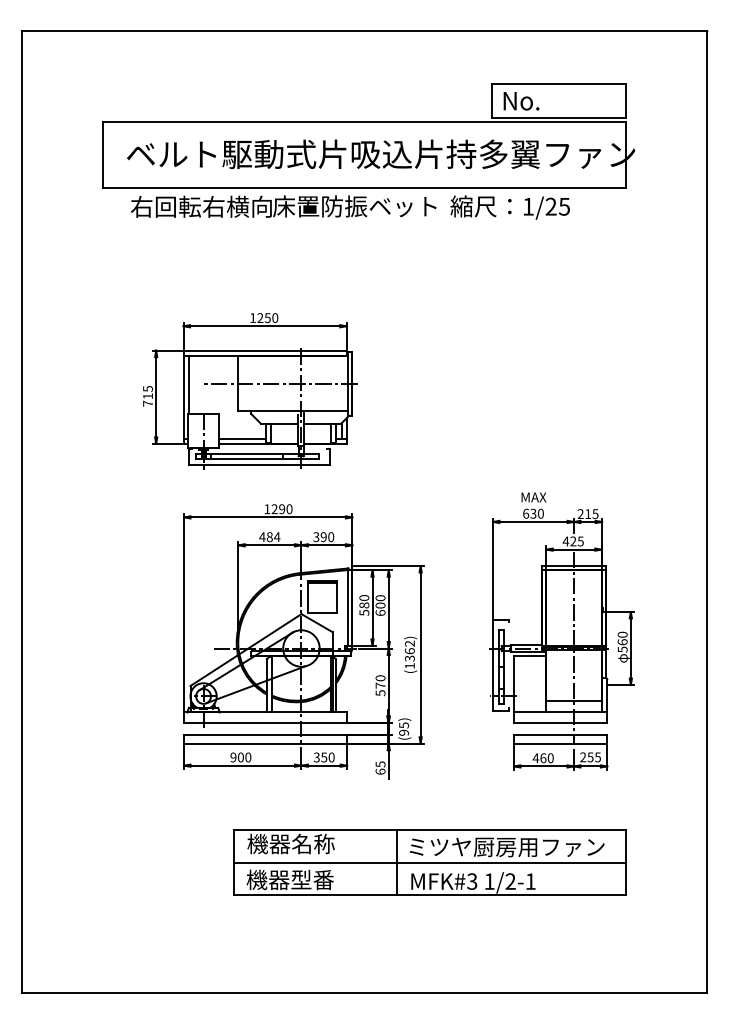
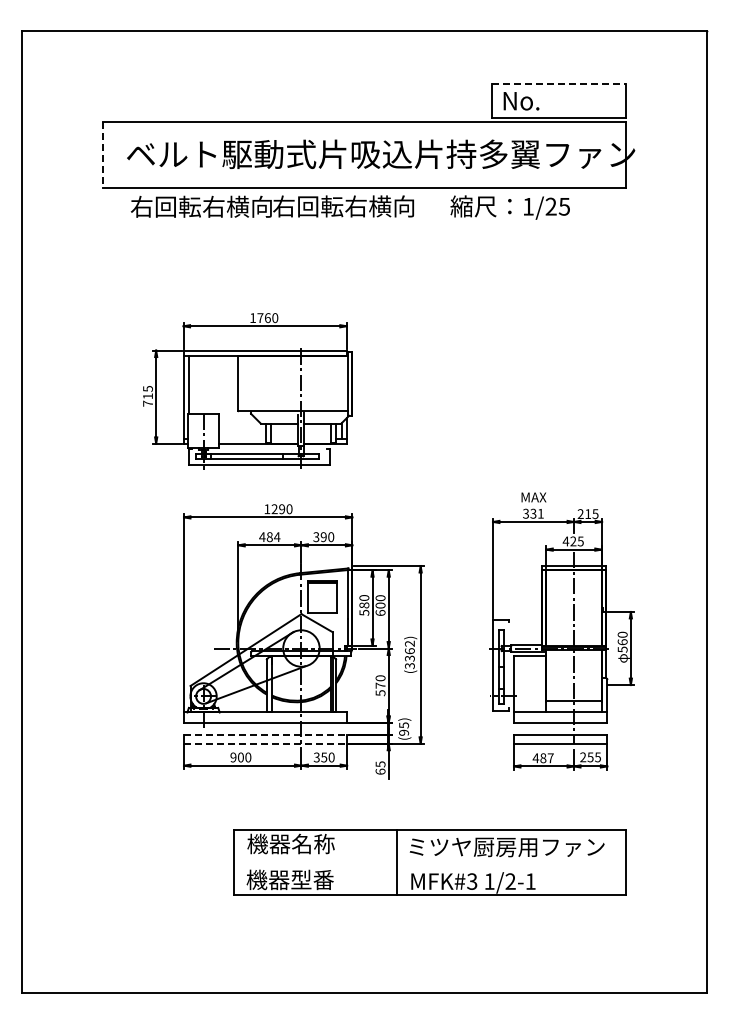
line at (558, 84): solid -> dashed
line at (103, 154): solid -> dashed
text at (354, 206): 床置防振ベット -> 右回転右横向
text at (263, 317): 1250 -> 1760
line at (280, 383): present -> none
line at (242, 438): present -> none
text at (533, 513): 630 -> 331
text at (409, 666): (1362) -> (3362)
line at (265, 735): solid -> dashed
line at (265, 743): solid -> dashed
text at (546, 758): 460 -> 487
line at (429, 862): present -> none
